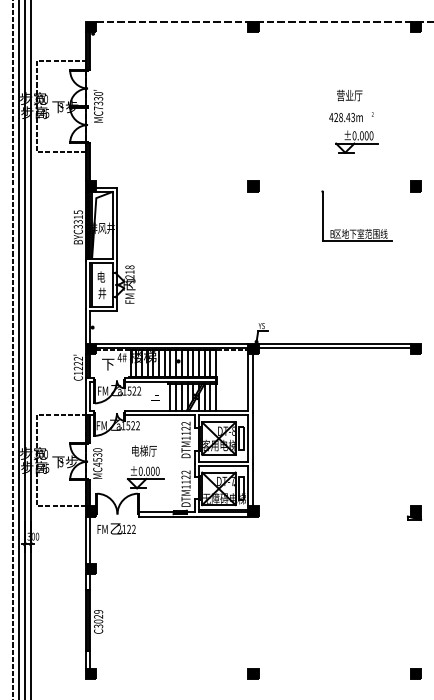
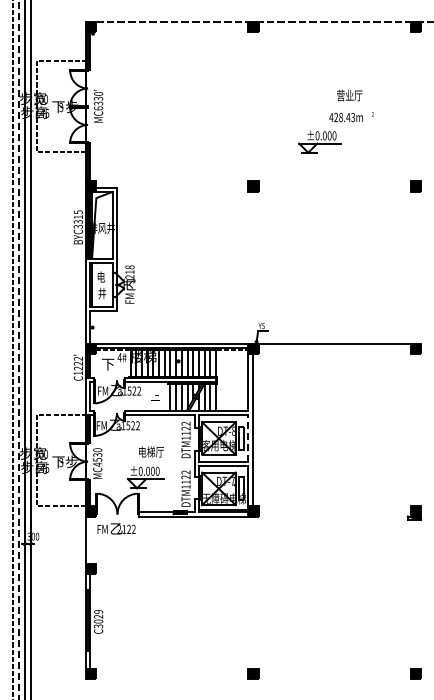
text at (98, 108): MC7330' -> MC6330'
part at (356, 141) position: (356, 141) -> (319, 141)
part at (356, 229): present -> none
line at (334, 347): present -> none
line at (18, 349): solid -> dashed
line at (248, 437): solid -> dashed
text at (144, 450) position: (144, 450) -> (151, 451)
line at (90, 540): present -> none
